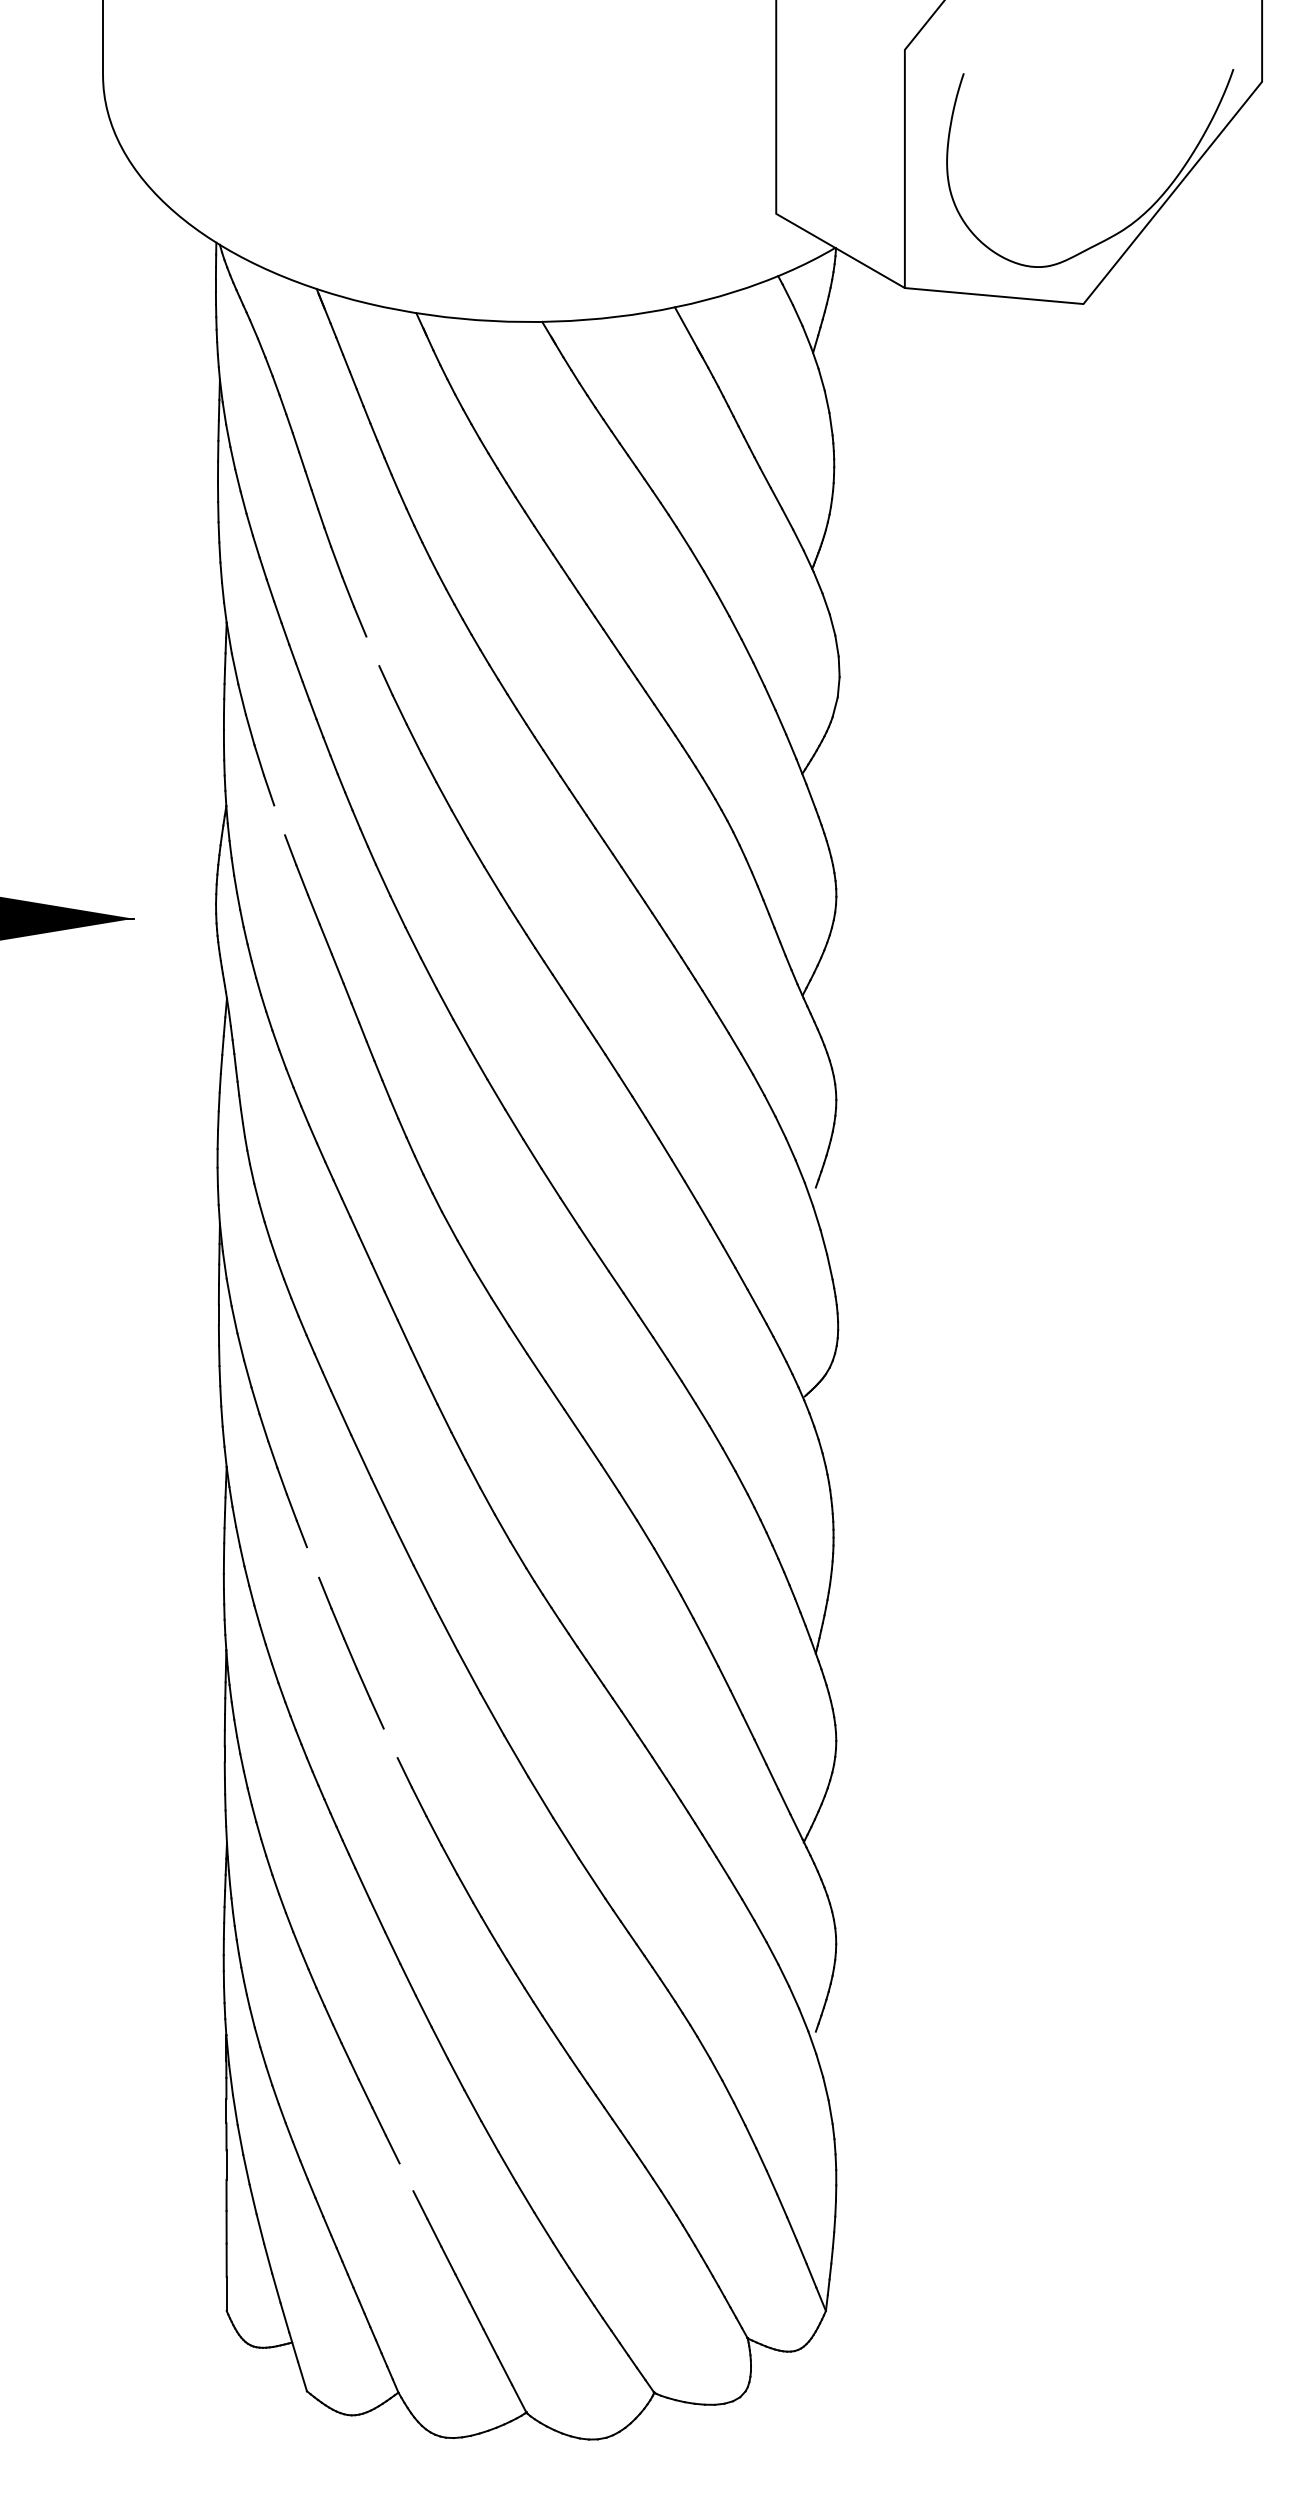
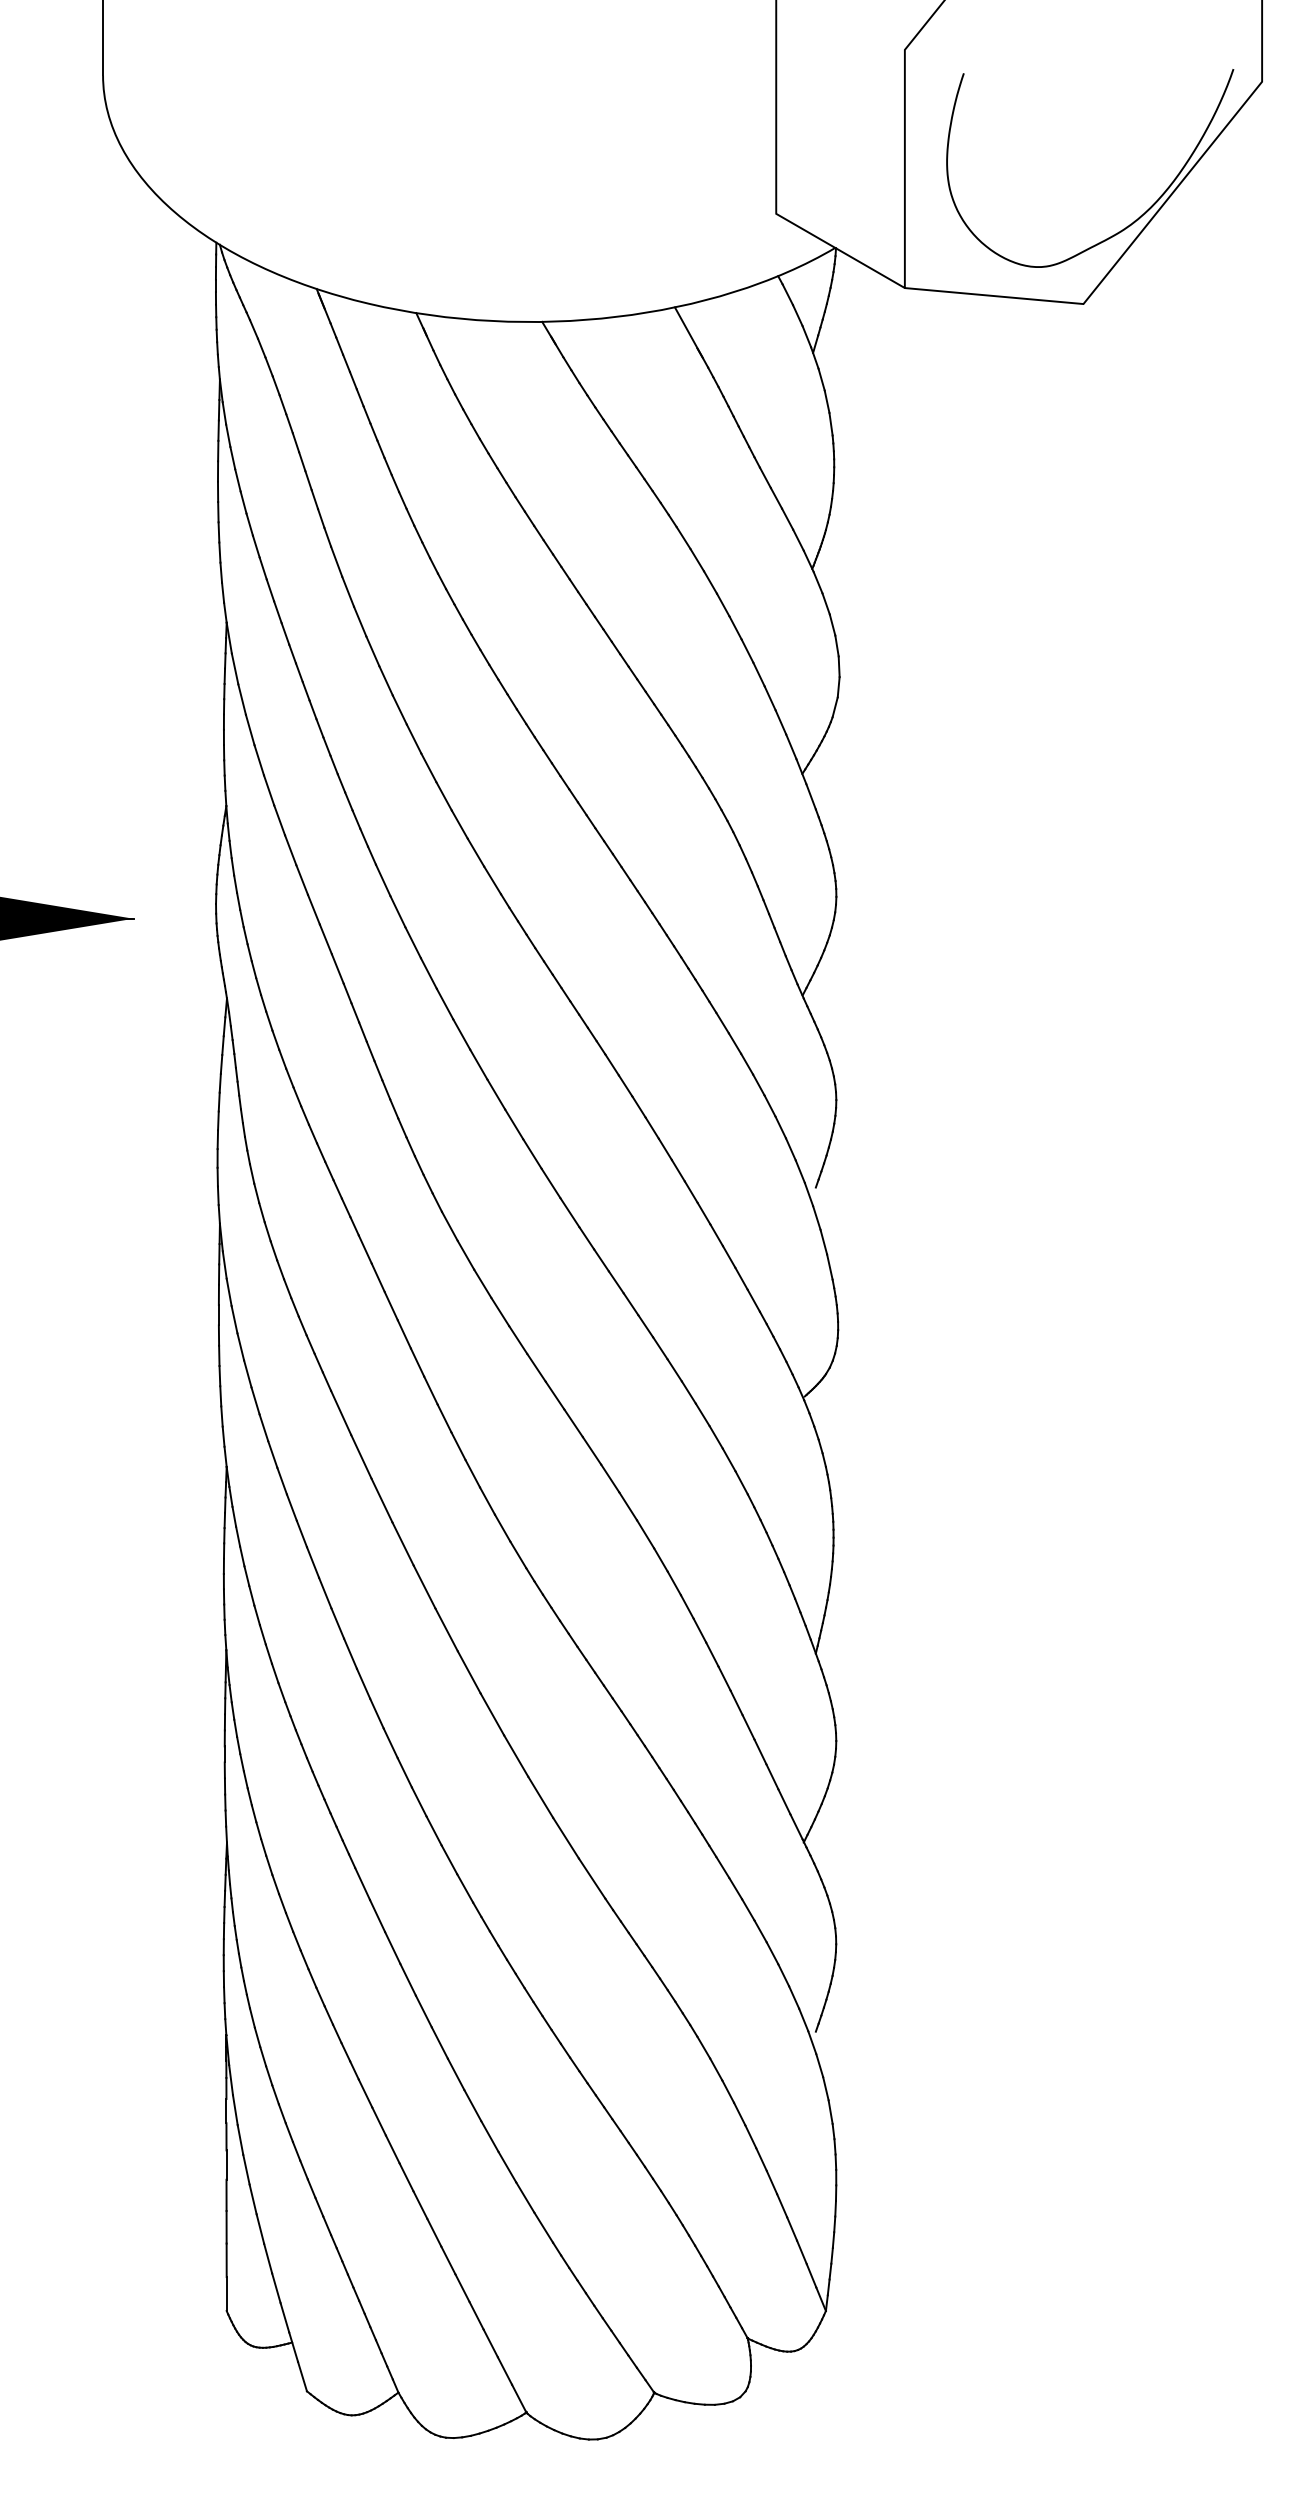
line at (372, 651): none -> present
line at (279, 820): none -> present
line at (312, 1562): none -> present
line at (390, 1743): none -> present
line at (406, 2177): none -> present
